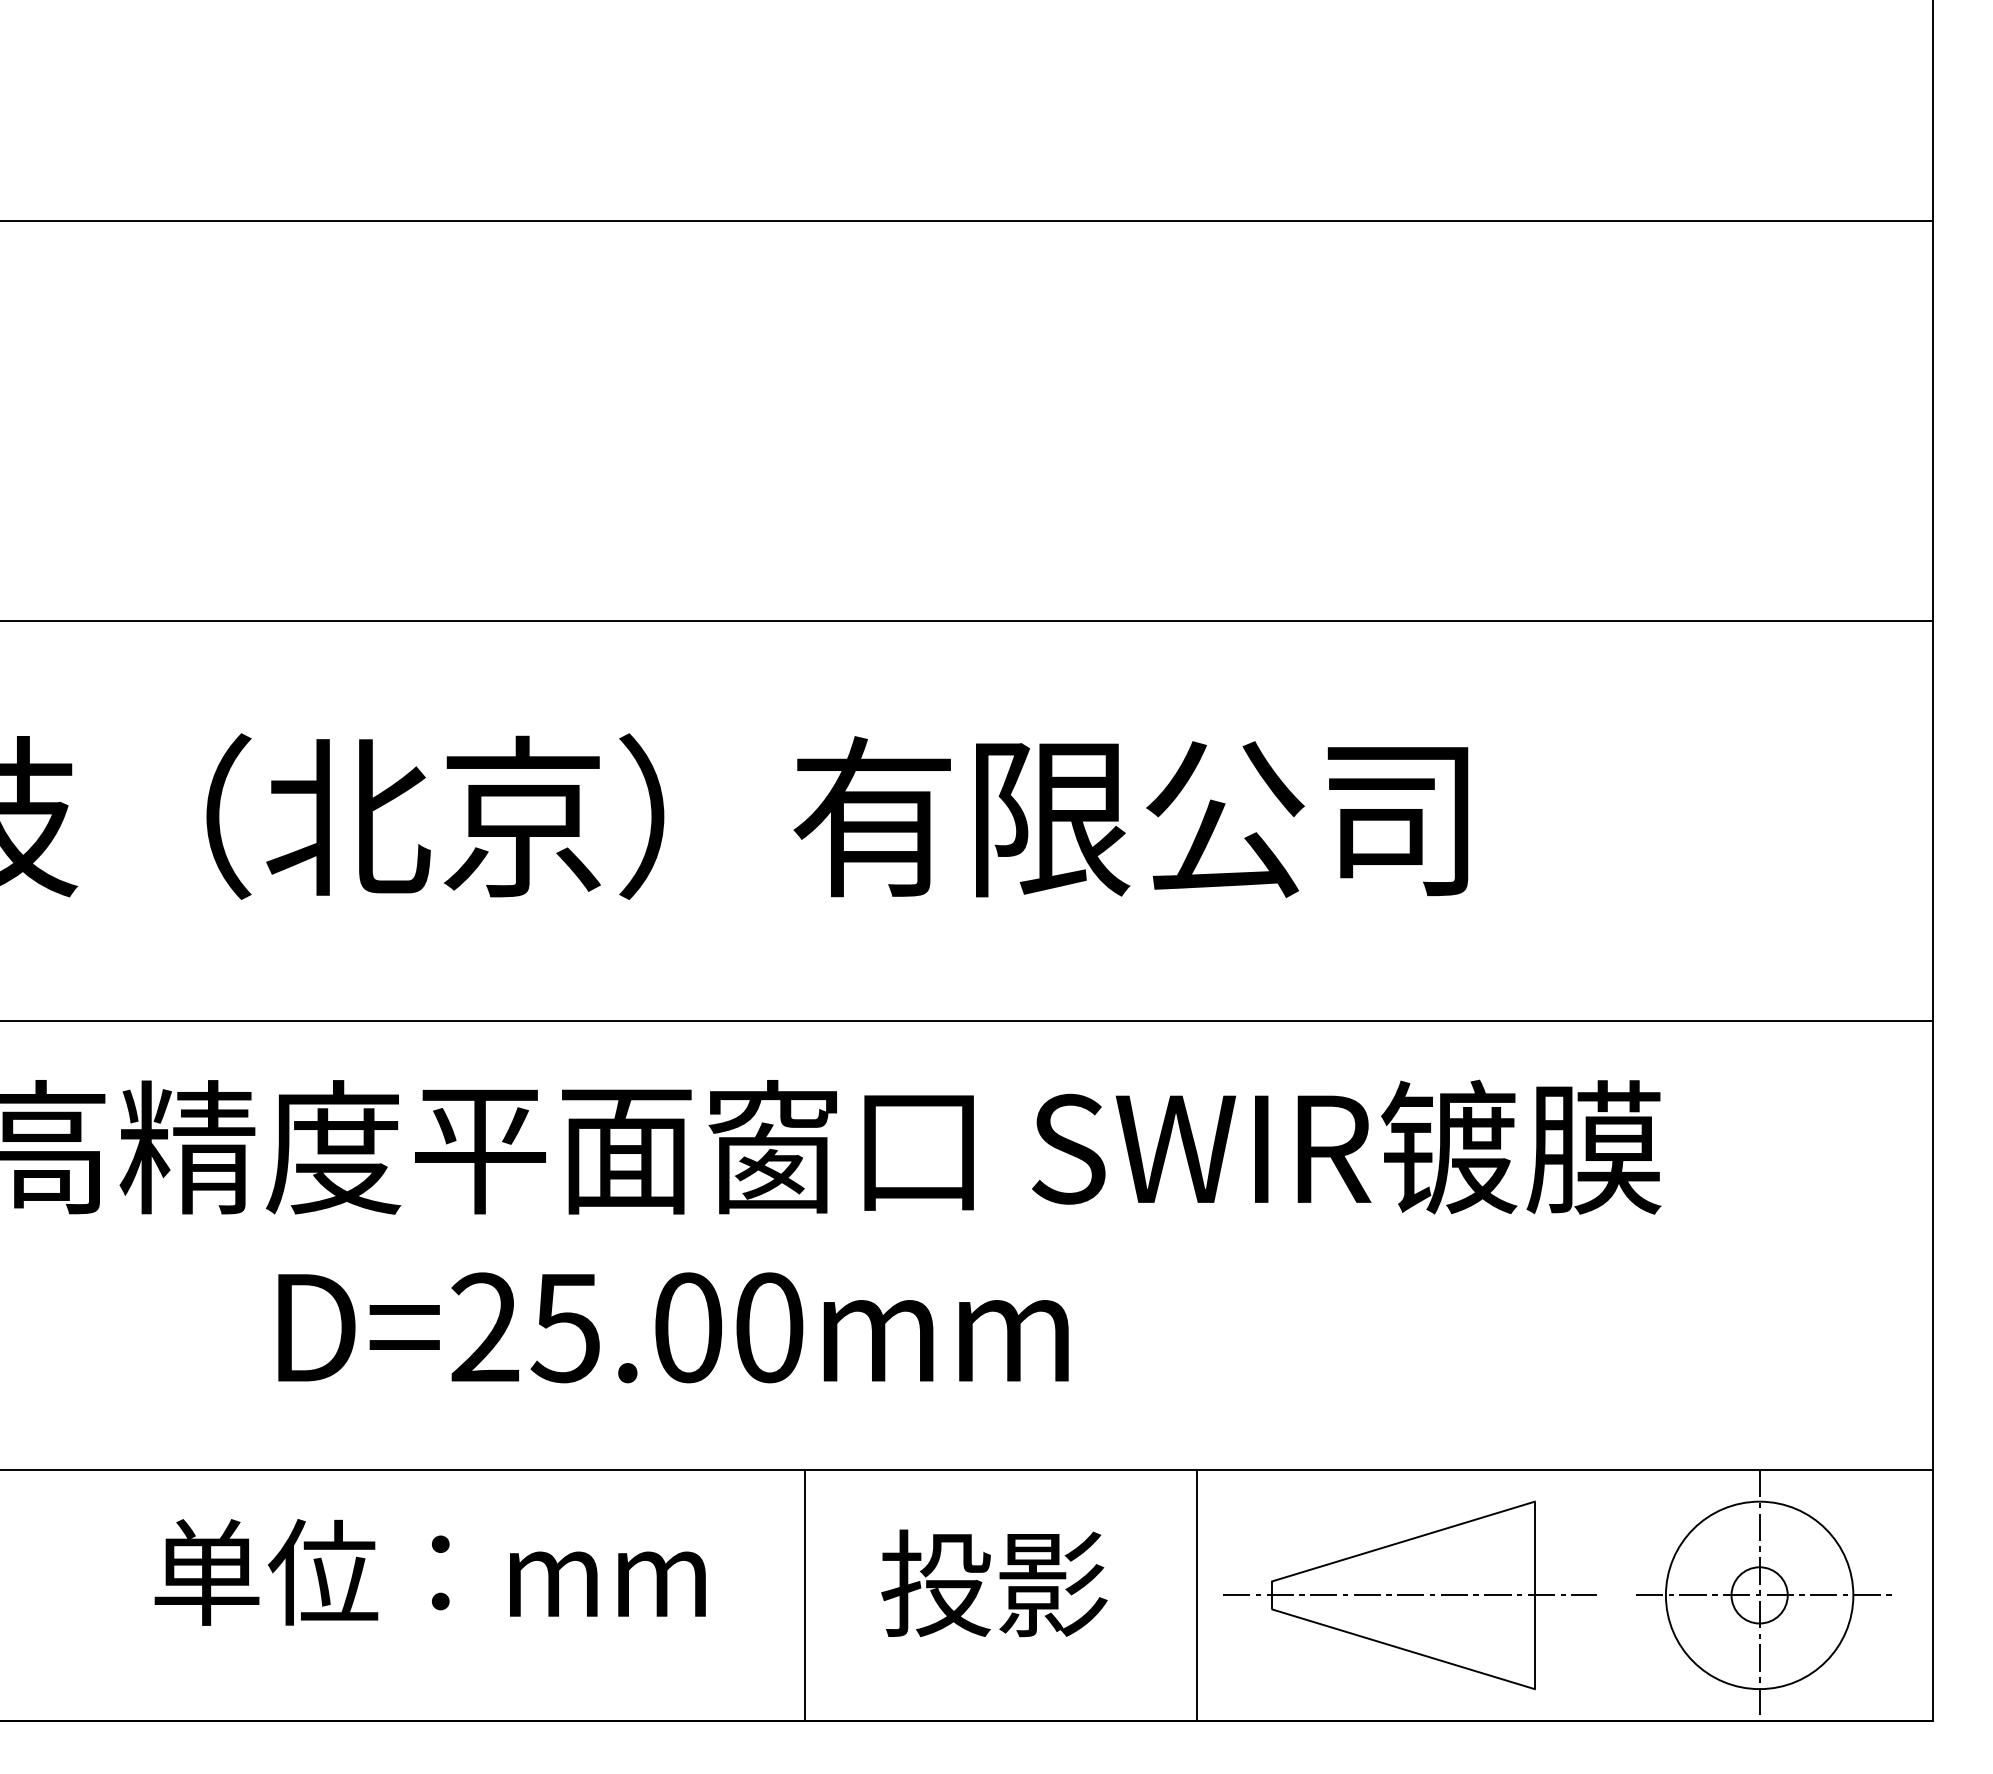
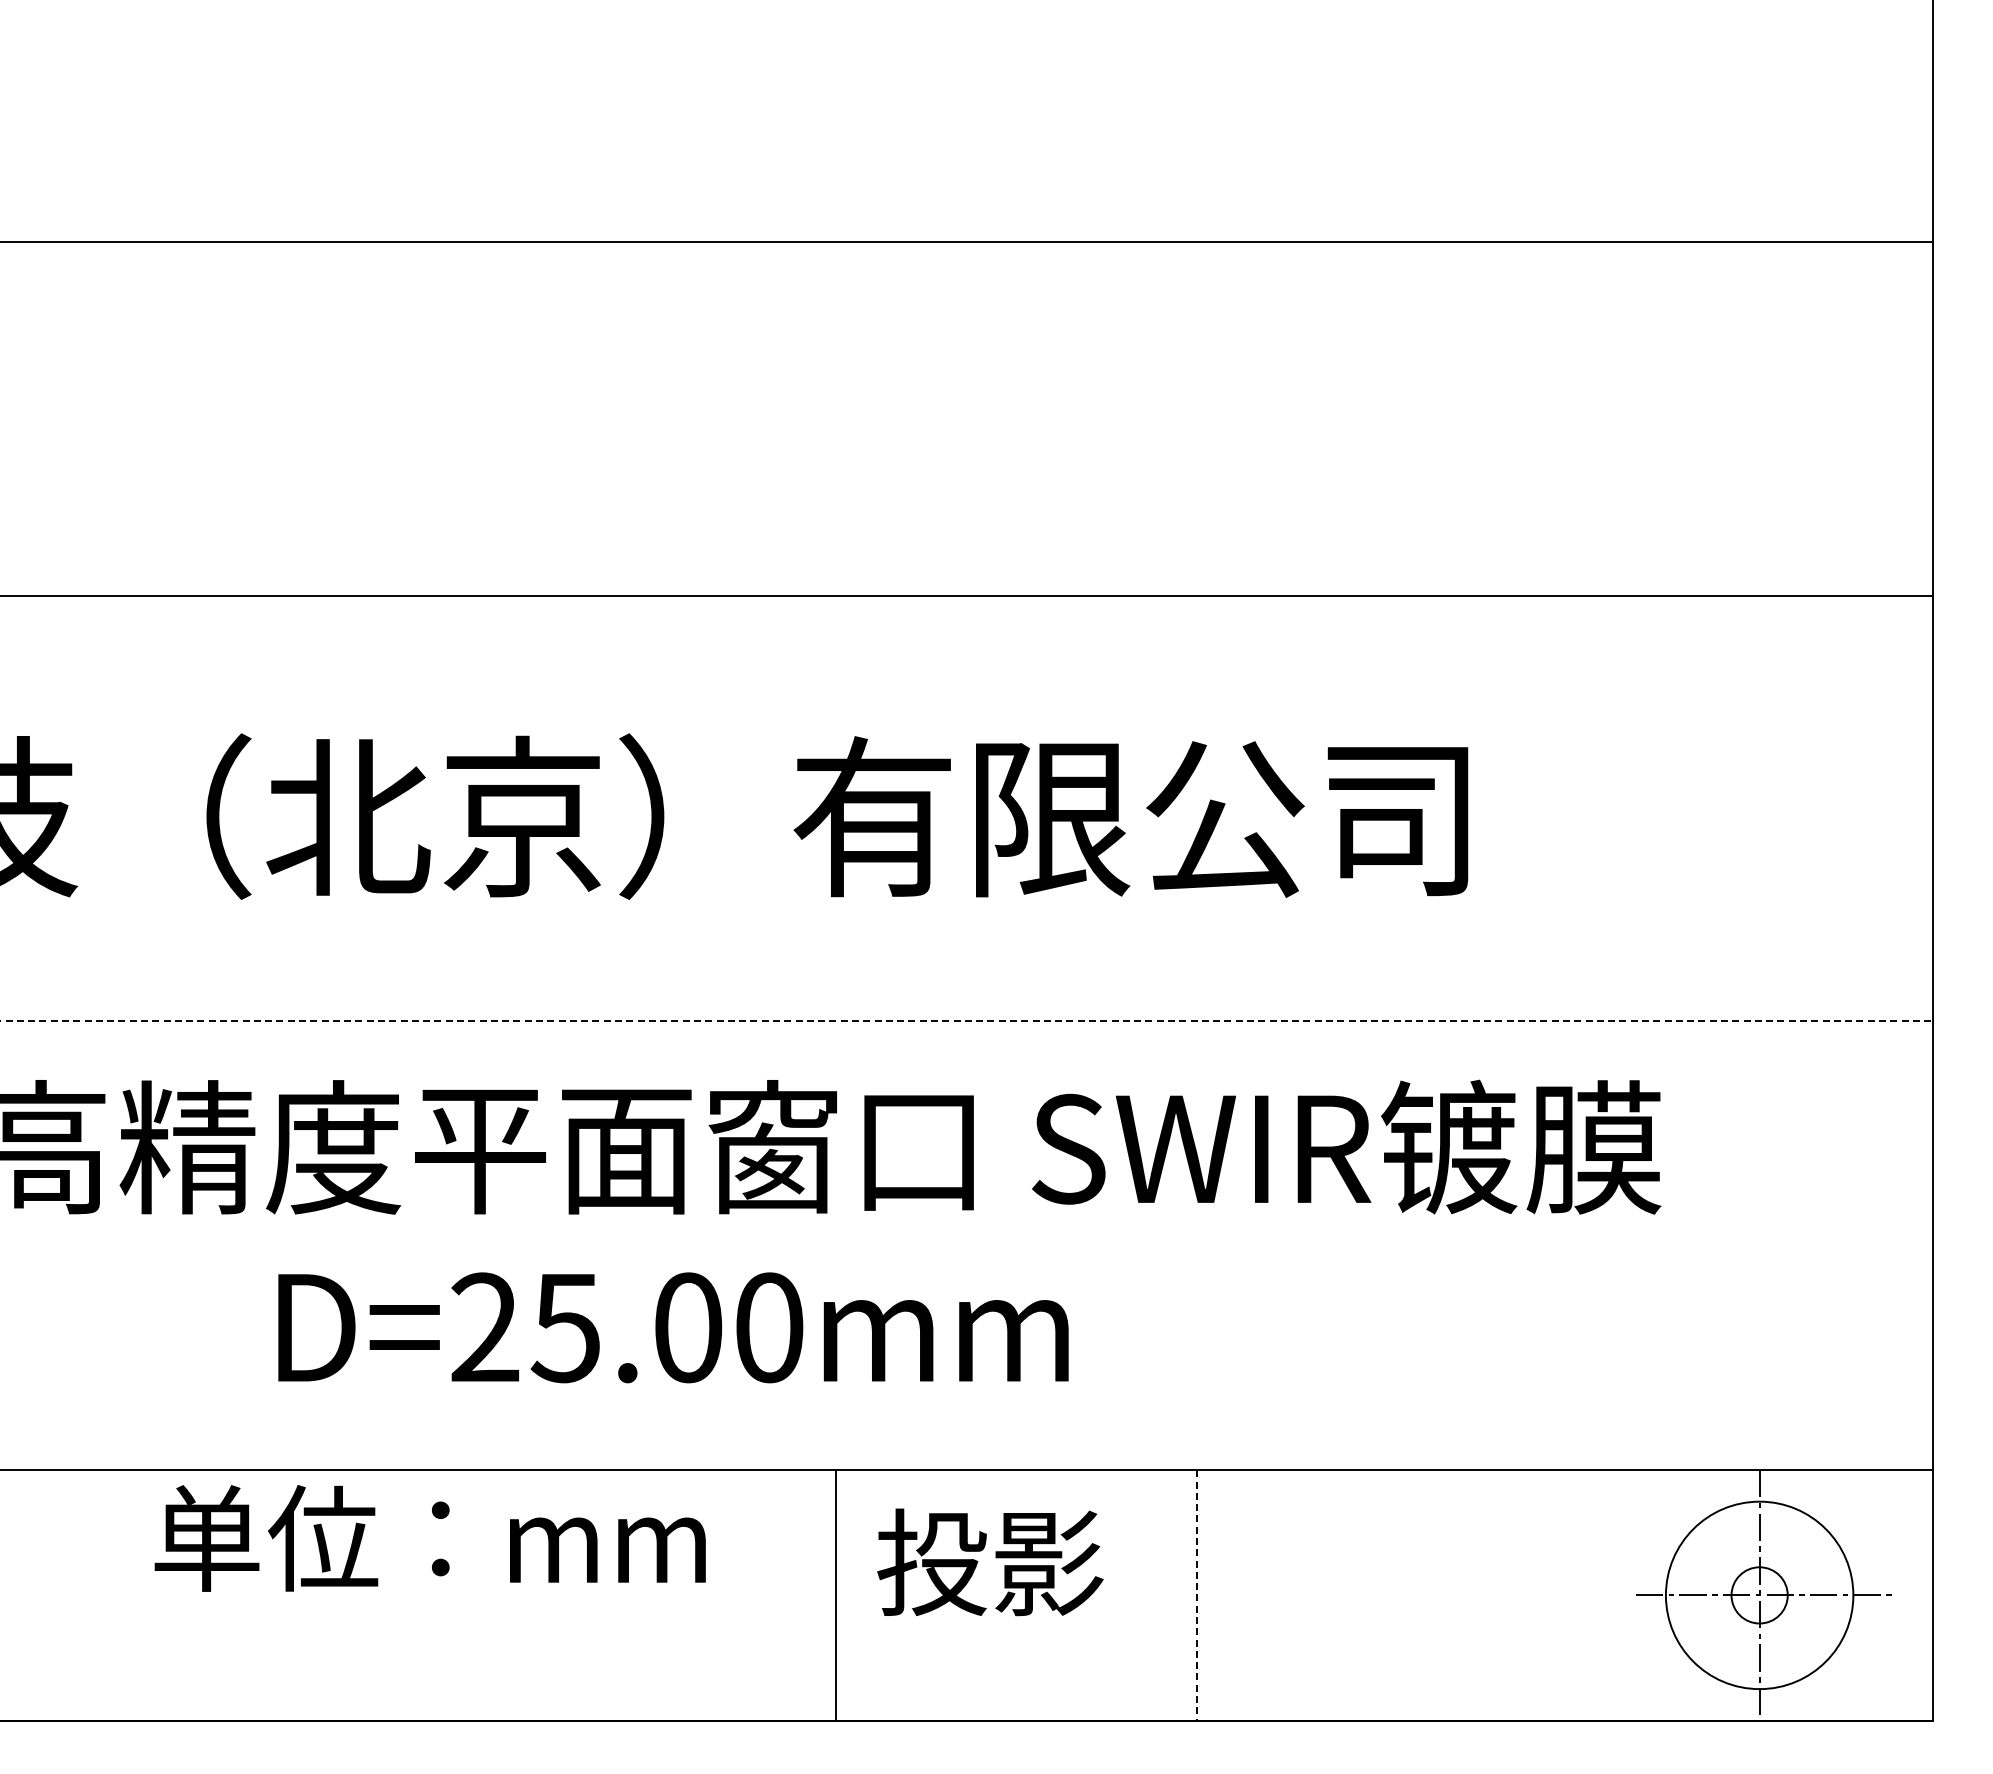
line at (967, 220) position: (967, 220) -> (967, 241)
line at (967, 620) position: (967, 620) -> (967, 595)
line at (967, 1020): solid -> dashed
text at (429, 1572) position: (429, 1572) -> (429, 1538)
text at (994, 1583) position: (994, 1583) -> (990, 1562)
line at (805, 1595) position: (805, 1595) -> (836, 1595)
line at (1196, 1595): solid -> dashed
part at (1409, 1595): present -> none
